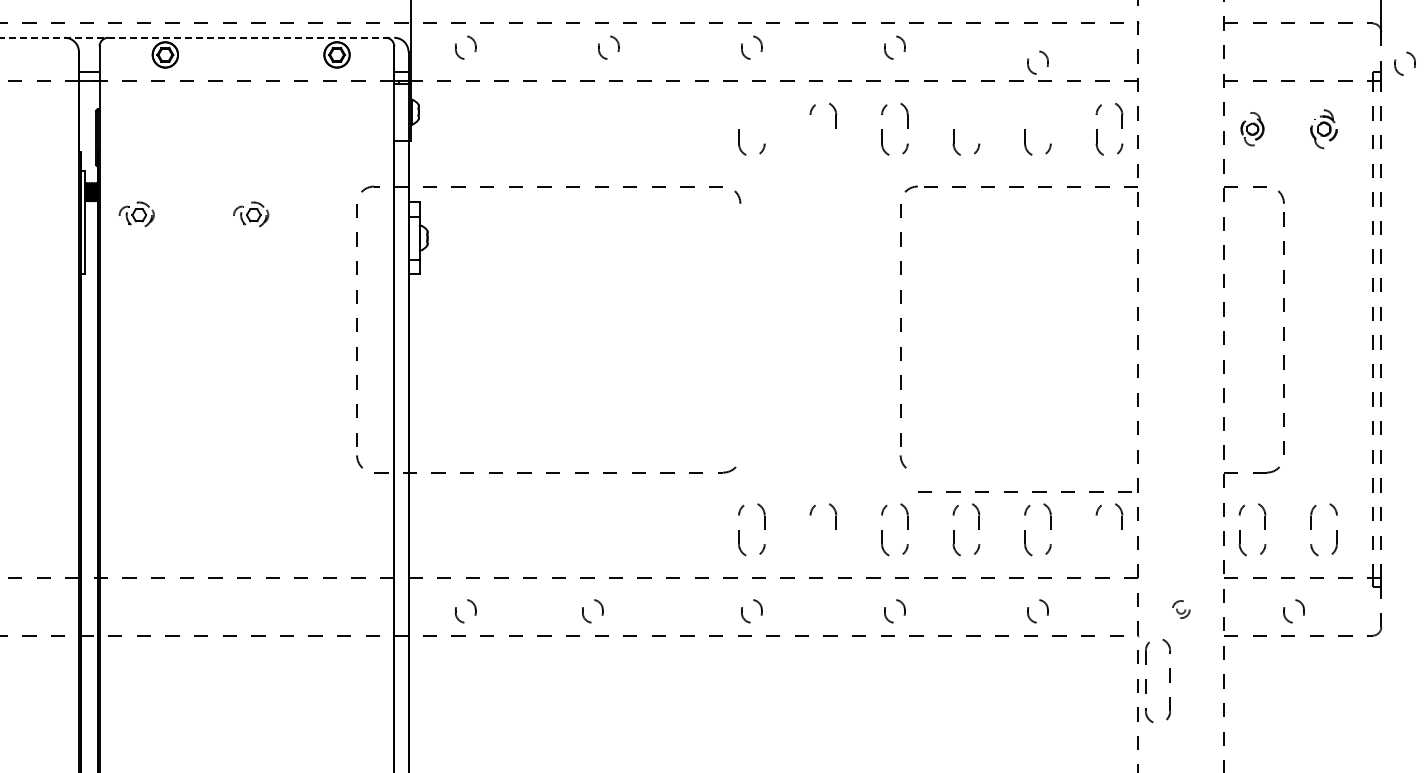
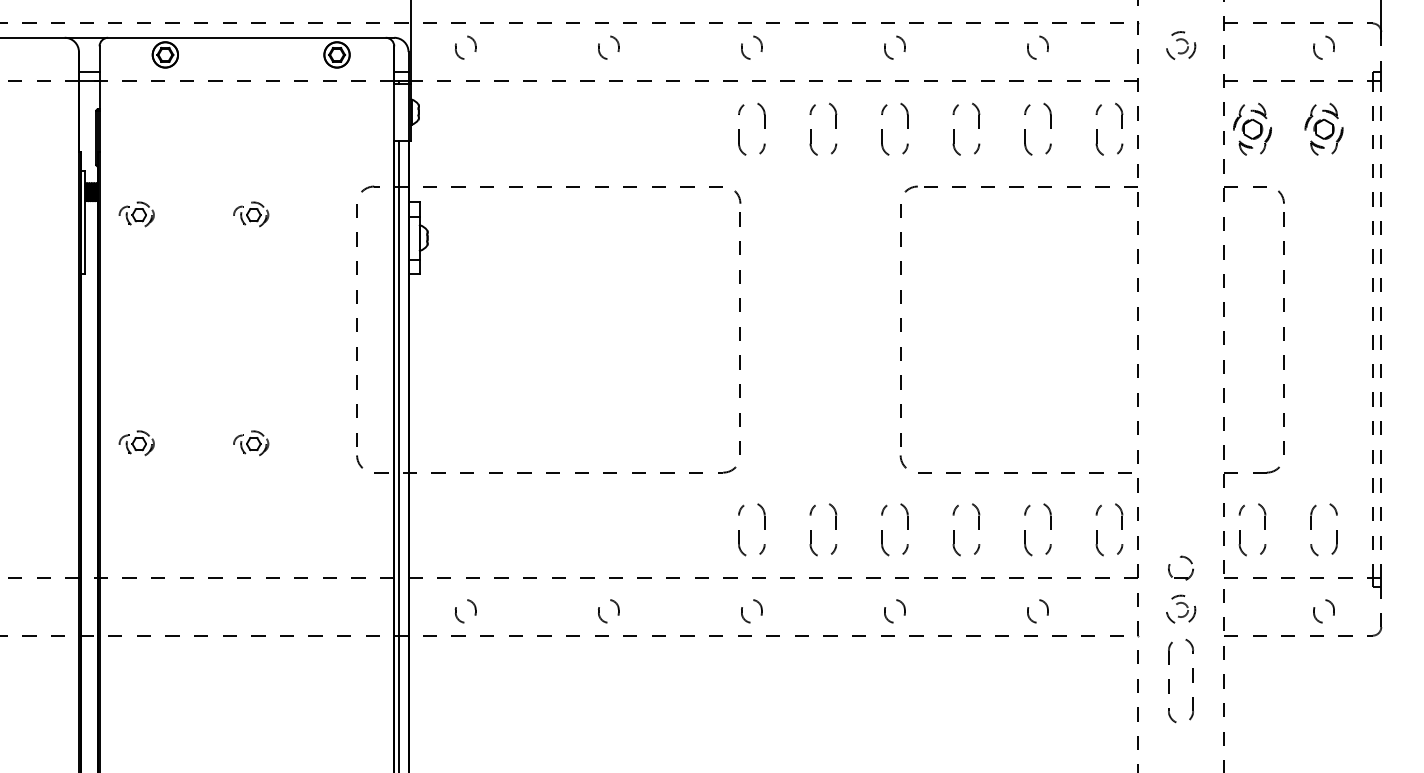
line at (197, 37): dashed -> solid
part at (1181, 45): none -> present
part at (1029, 59) position: (1029, 59) -> (1029, 44)
part at (1396, 60) position: (1396, 60) -> (1315, 44)
part at (977, 111): none -> present
part at (740, 112): none -> present
part at (1026, 113): none -> present
part at (1252, 129) size: 25x35 px -> 39x54 px
part at (1323, 129) size: 28x41 px -> 40x54 px
part at (811, 142): none -> present
line at (739, 333): none -> present
part at (136, 443): none -> present
part at (251, 443): none -> present
line at (398, 454): none -> present
line at (1017, 491) position: (1017, 491) -> (1017, 472)
part at (1097, 543): none -> present
part at (834, 547): none -> present
part at (1184, 558): none -> present
part at (1285, 608) position: (1285, 608) -> (1315, 608)
part at (1181, 609) size: 19x19 px -> 31x30 px
part at (584, 615) position: (584, 615) -> (600, 615)
part at (1146, 681) position: (1146, 681) -> (1169, 681)
